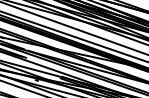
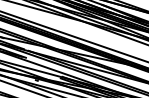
line at (73, 27): present -> none
